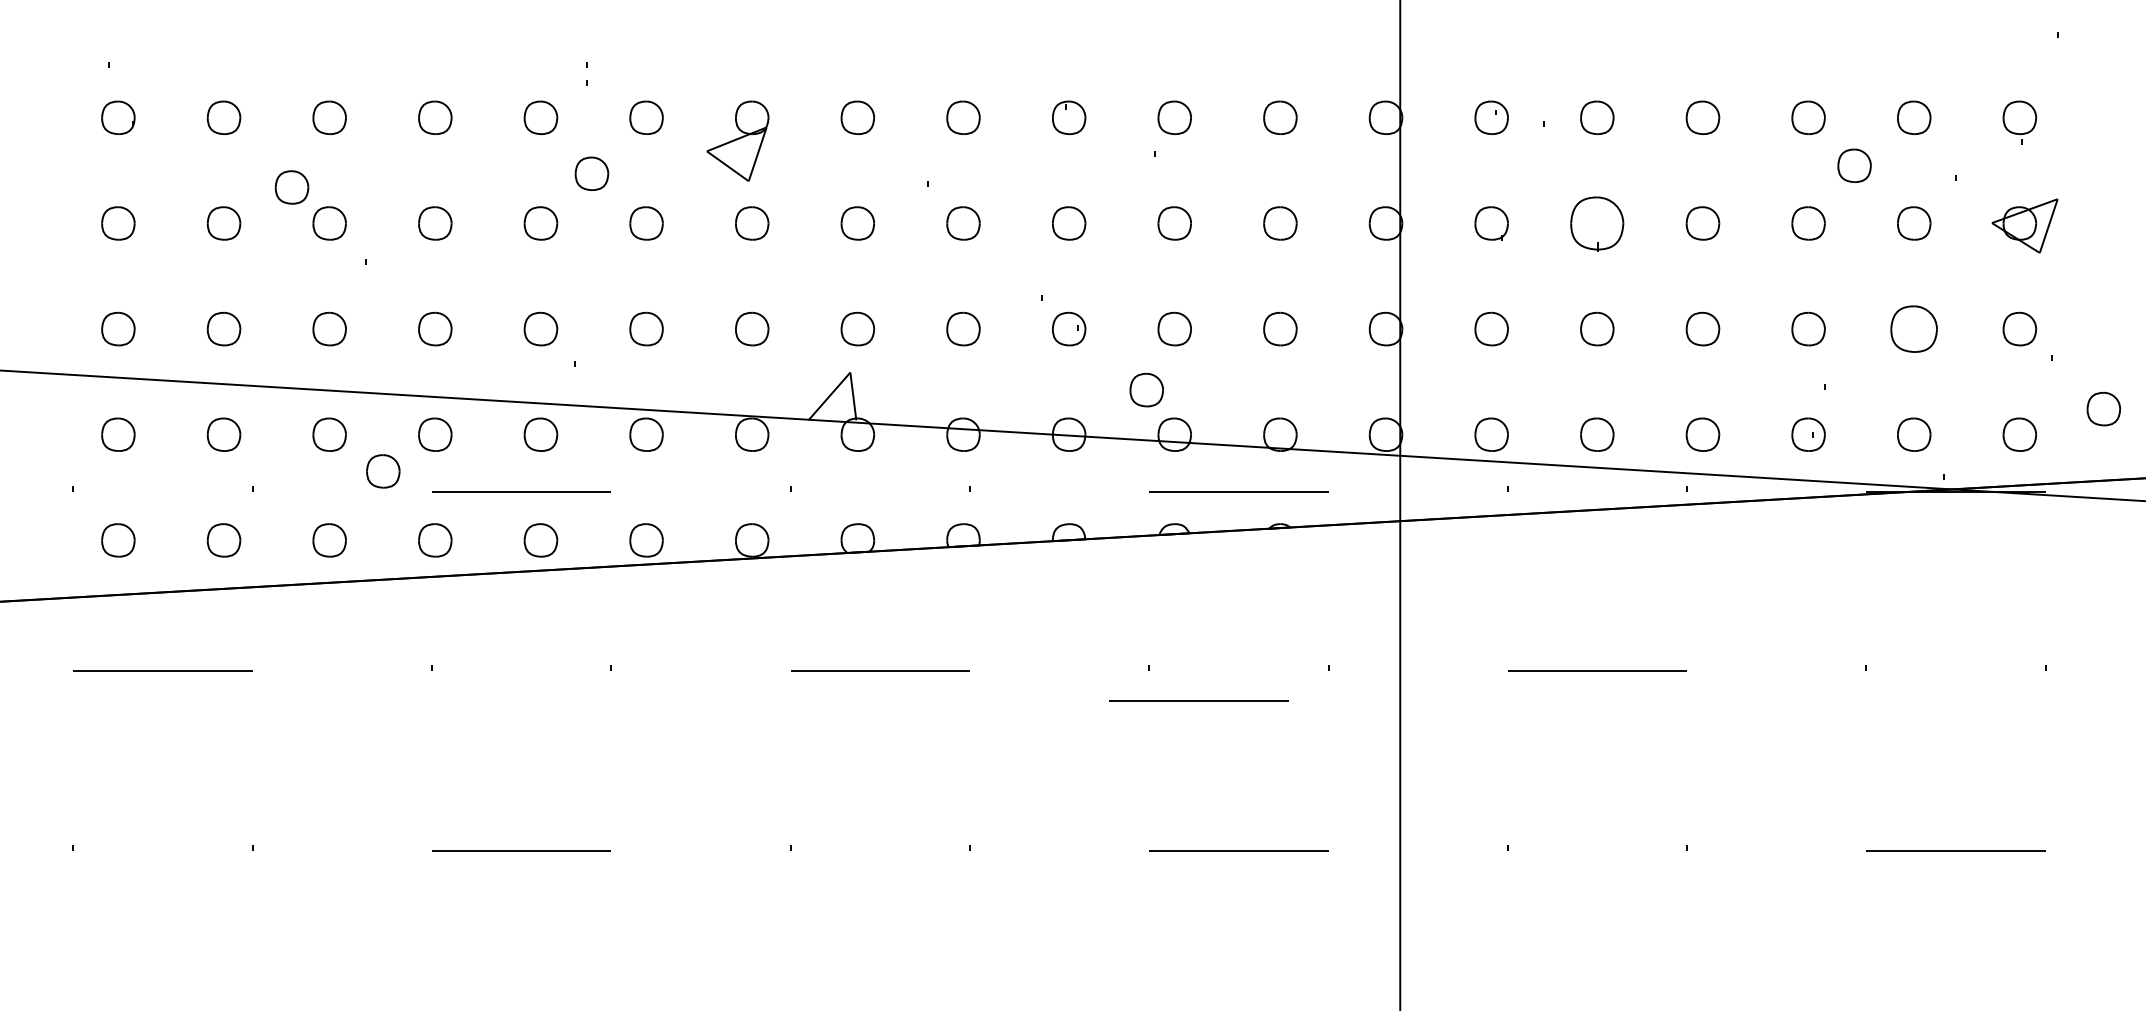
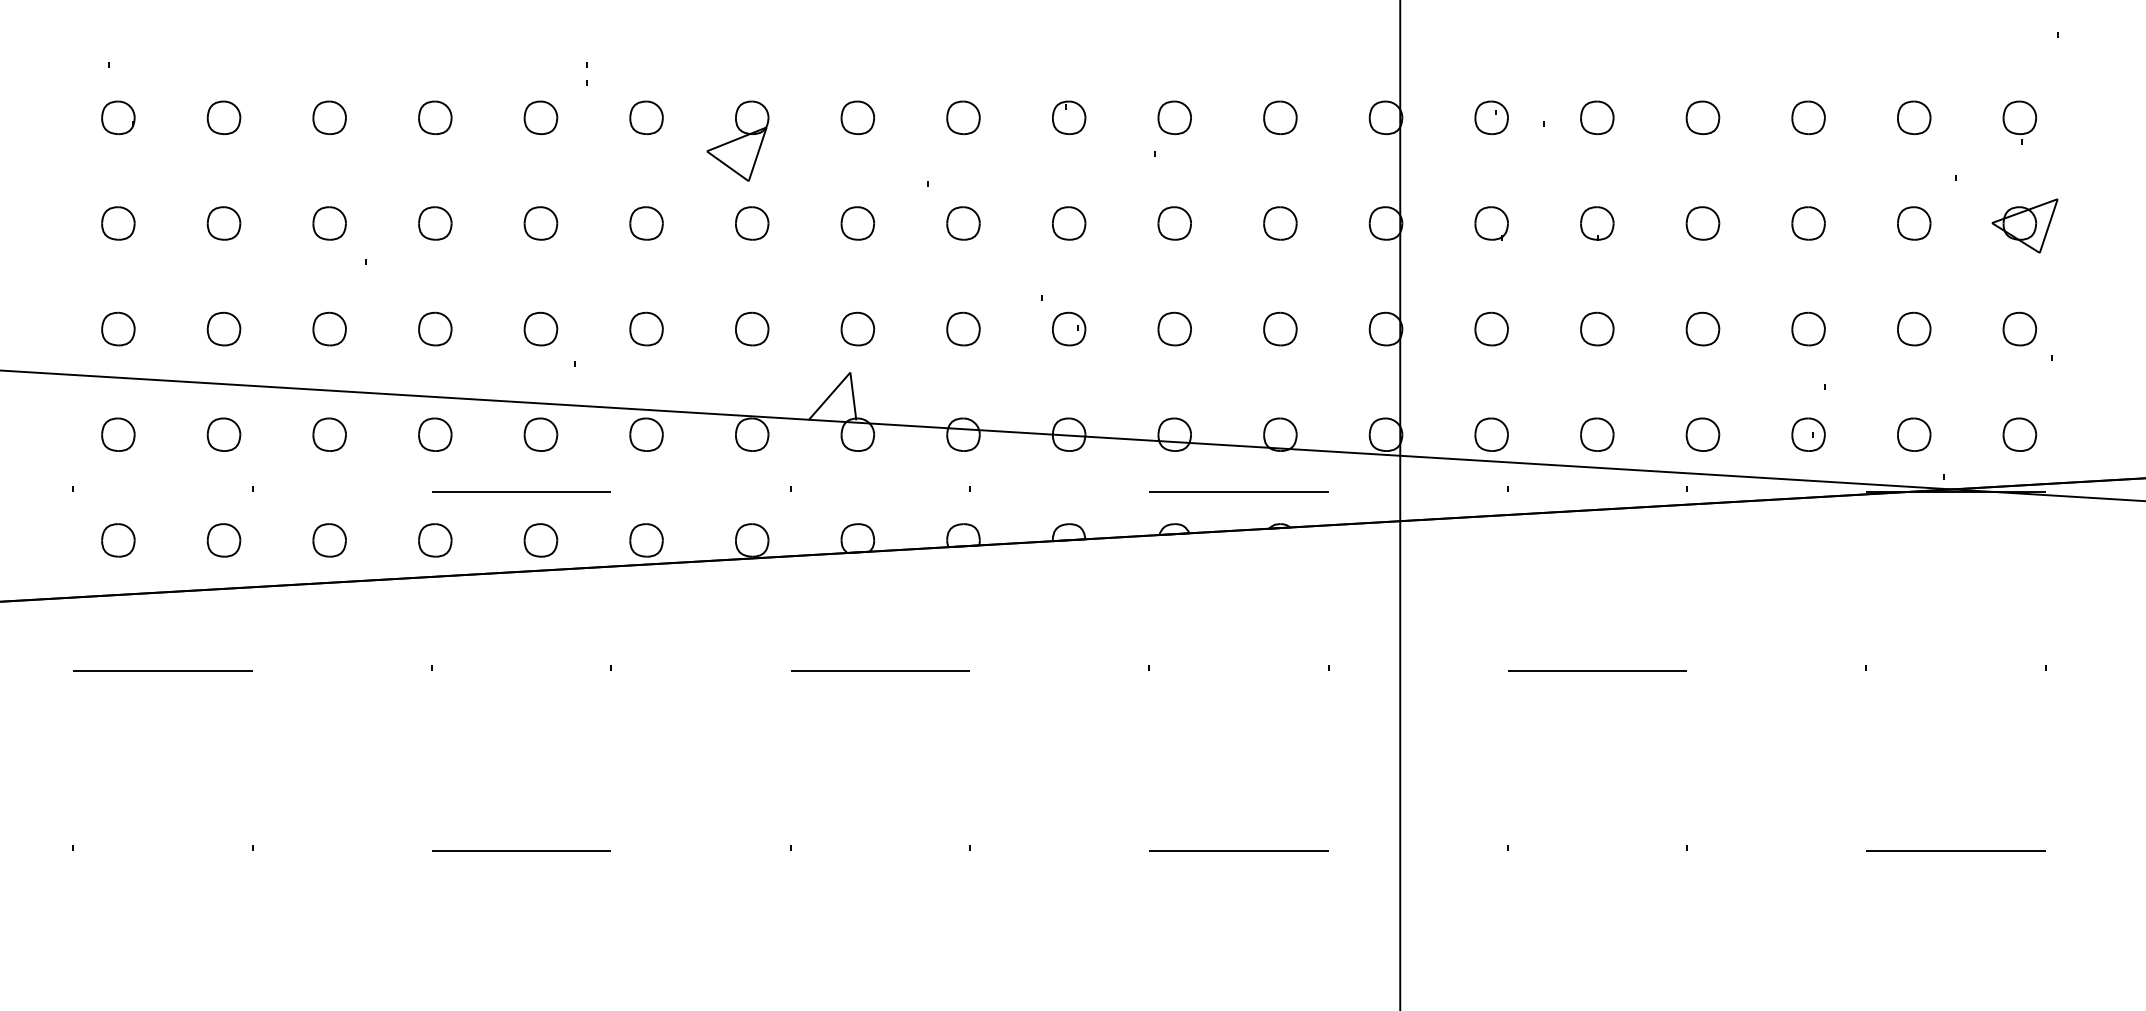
part at (1854, 165): present -> none
part at (591, 173): present -> none
part at (291, 187): present -> none
part at (1597, 223) size: 55x56 px -> 35x35 px
part at (1913, 328) size: 48x48 px -> 35x36 px
part at (1146, 389): present -> none
part at (2103, 408): present -> none
part at (383, 471): present -> none
line at (1198, 700): present -> none
